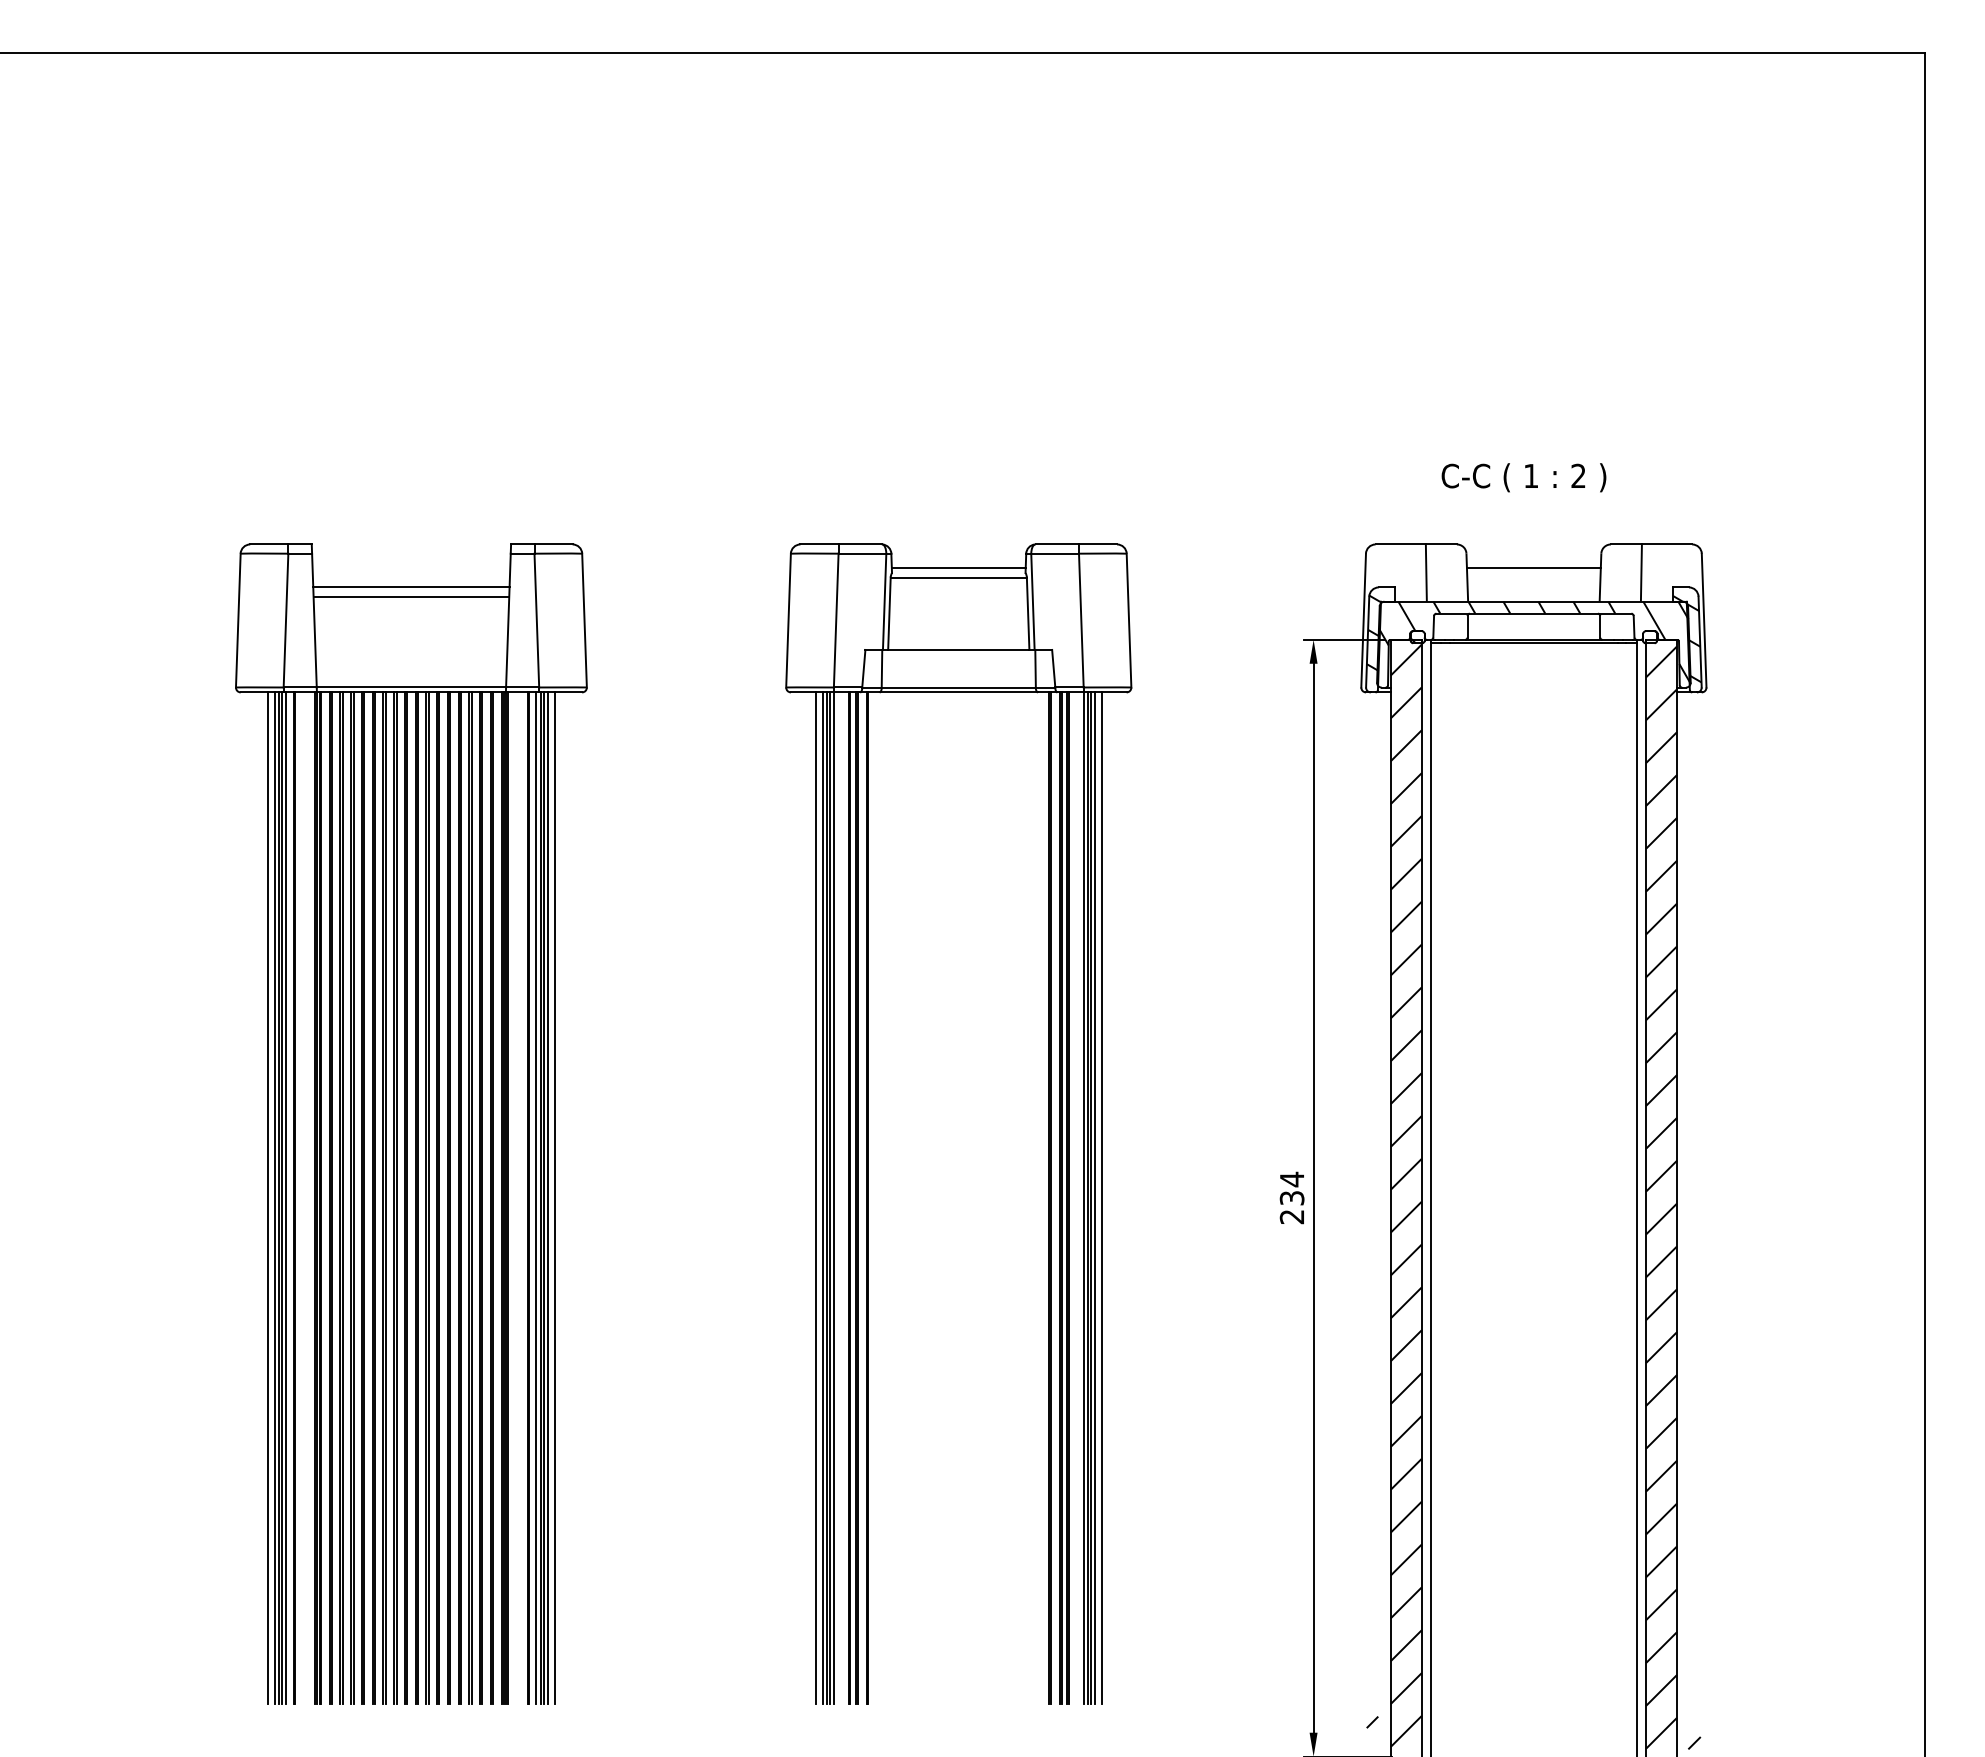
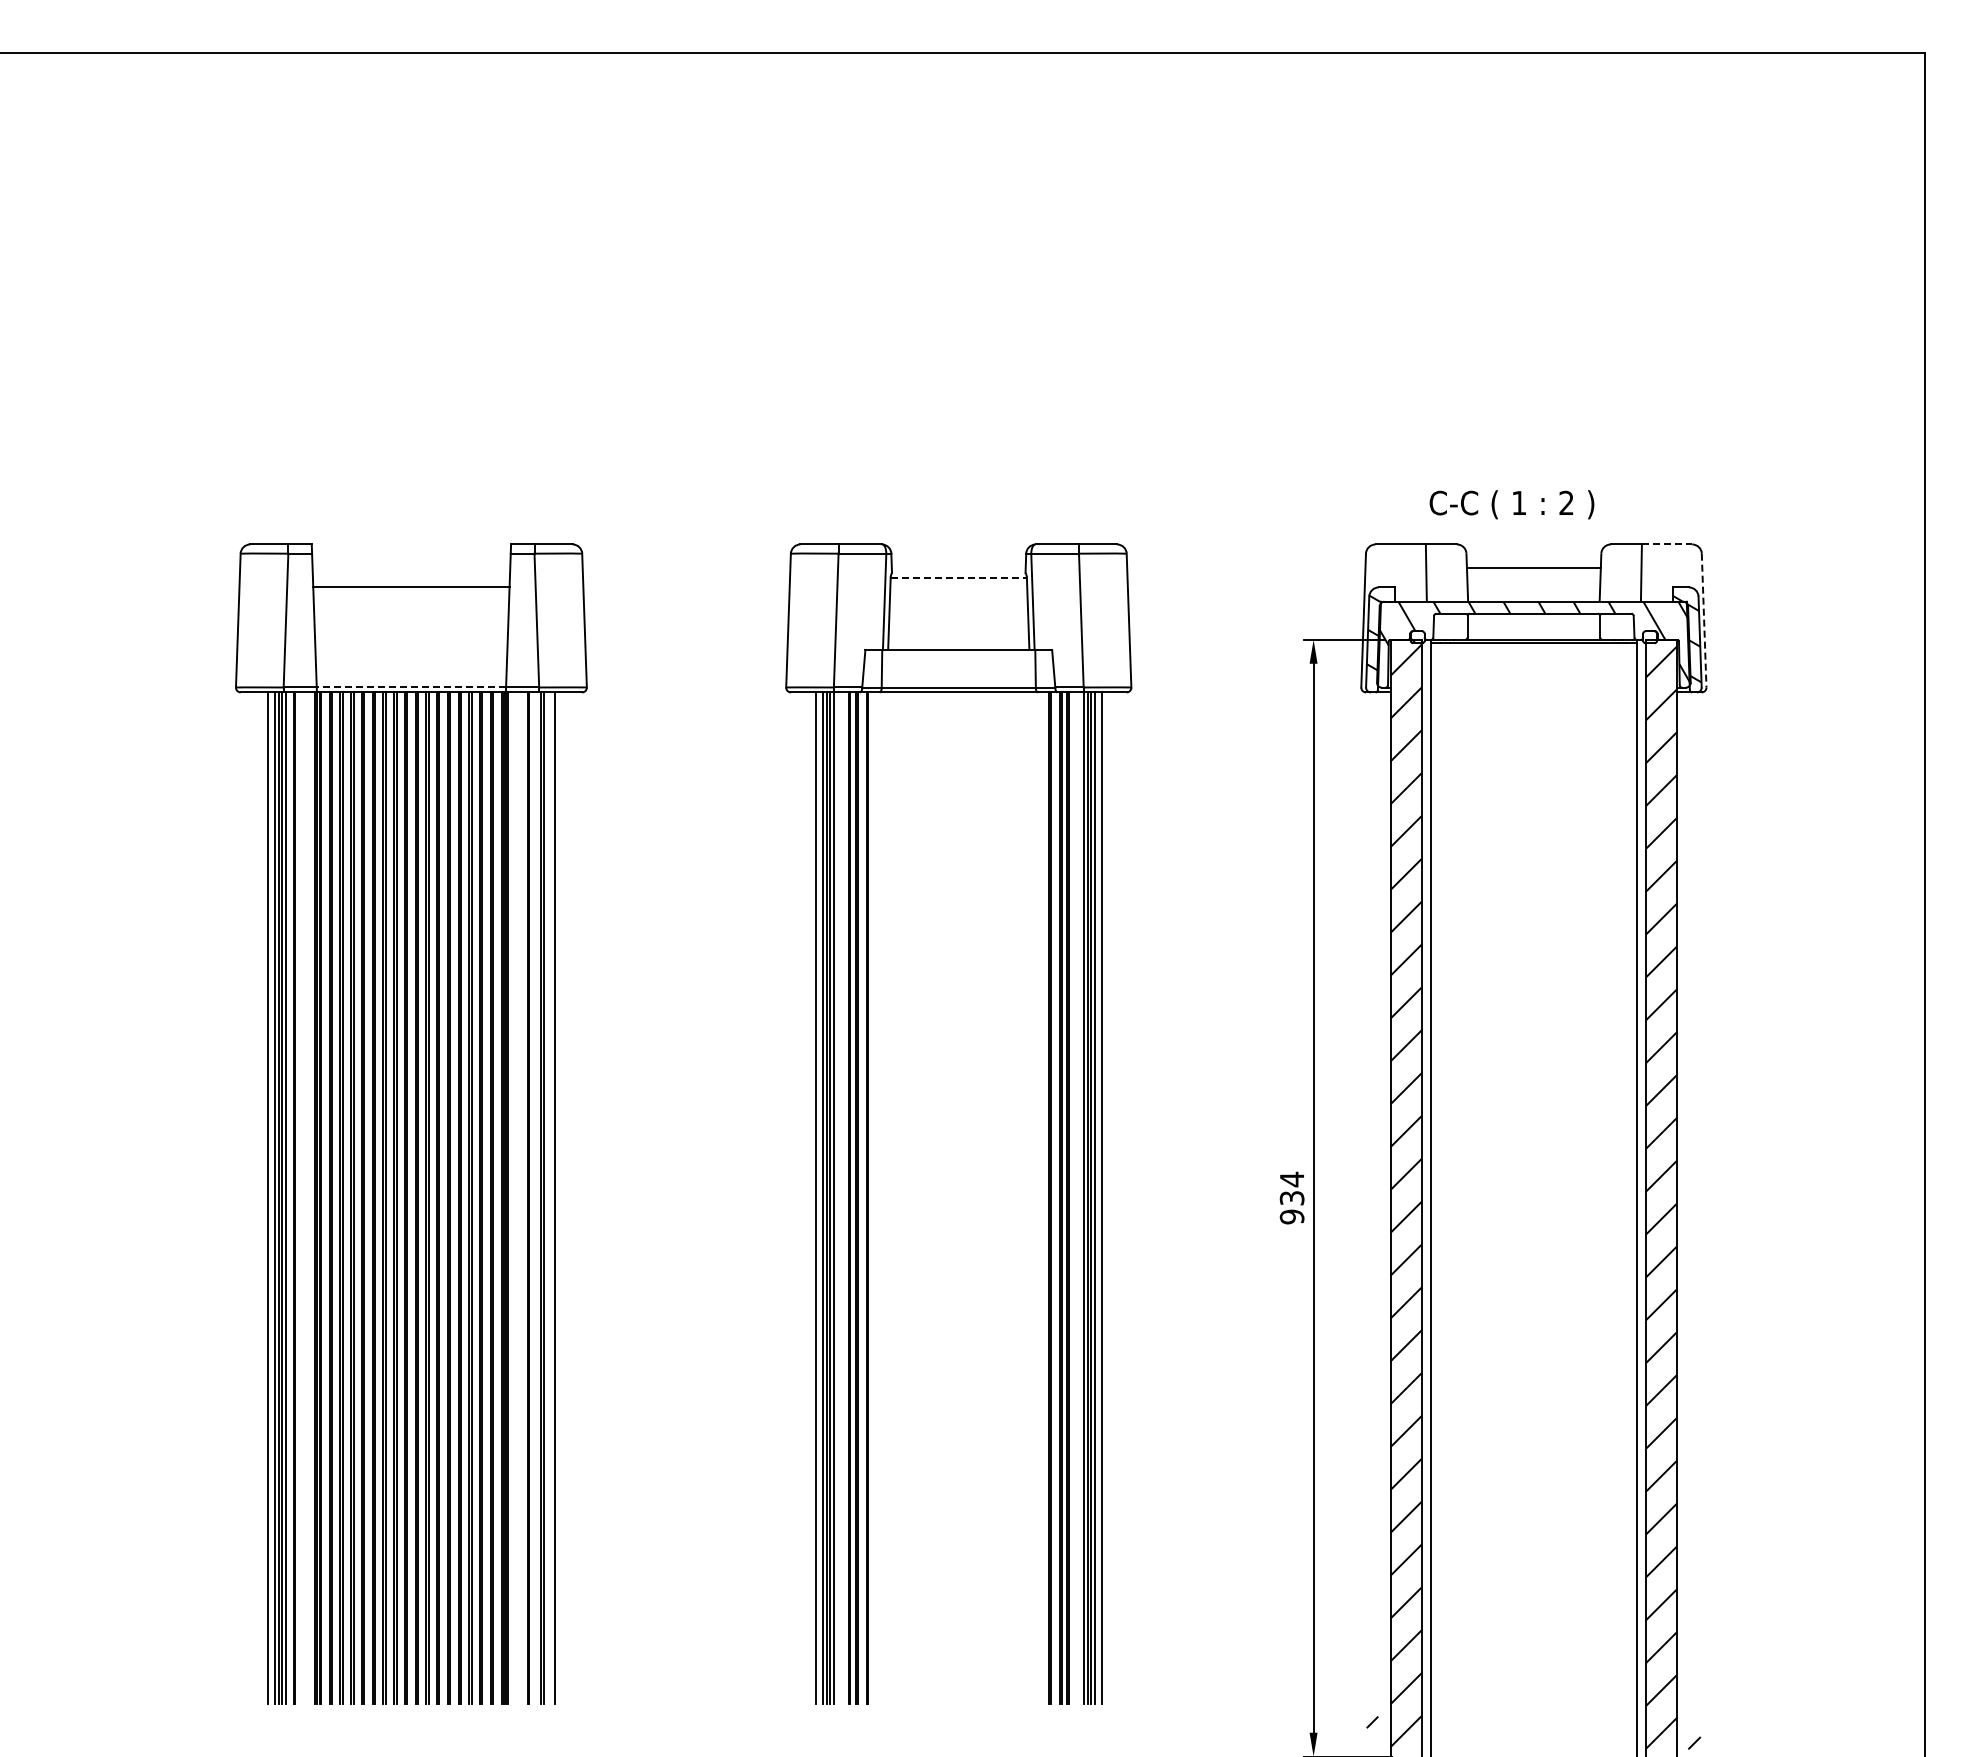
text at (1523, 477) position: (1523, 477) -> (1511, 504)
line at (1667, 544): solid -> dashed
line at (958, 568): present -> none
line at (959, 577): solid -> dashed
line at (411, 596): present -> none
line at (1704, 620): solid -> dashed
line at (411, 687): solid -> dashed
line at (536, 1198): present -> none
line at (547, 1198): present -> none
text at (1292, 1216): 234 -> 934
